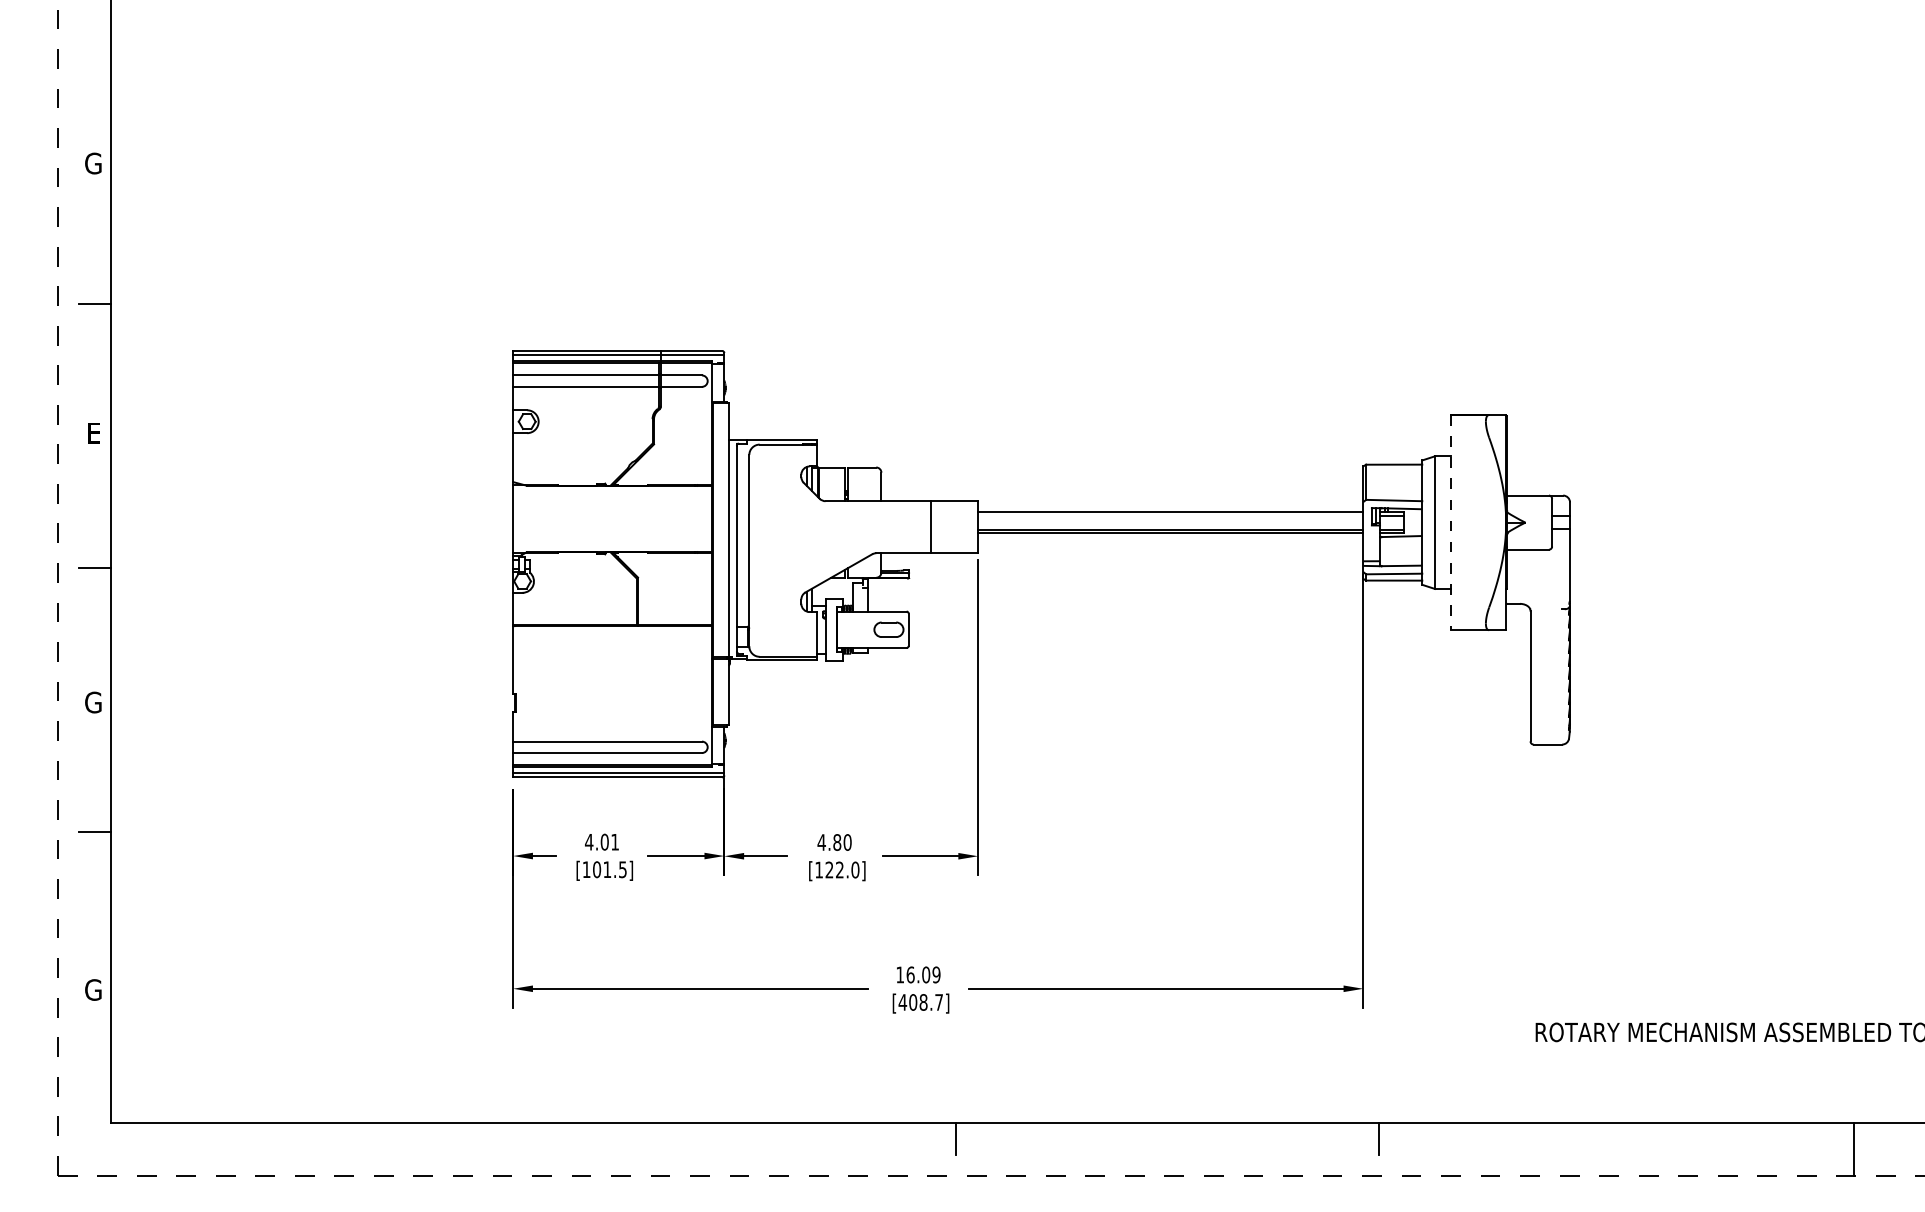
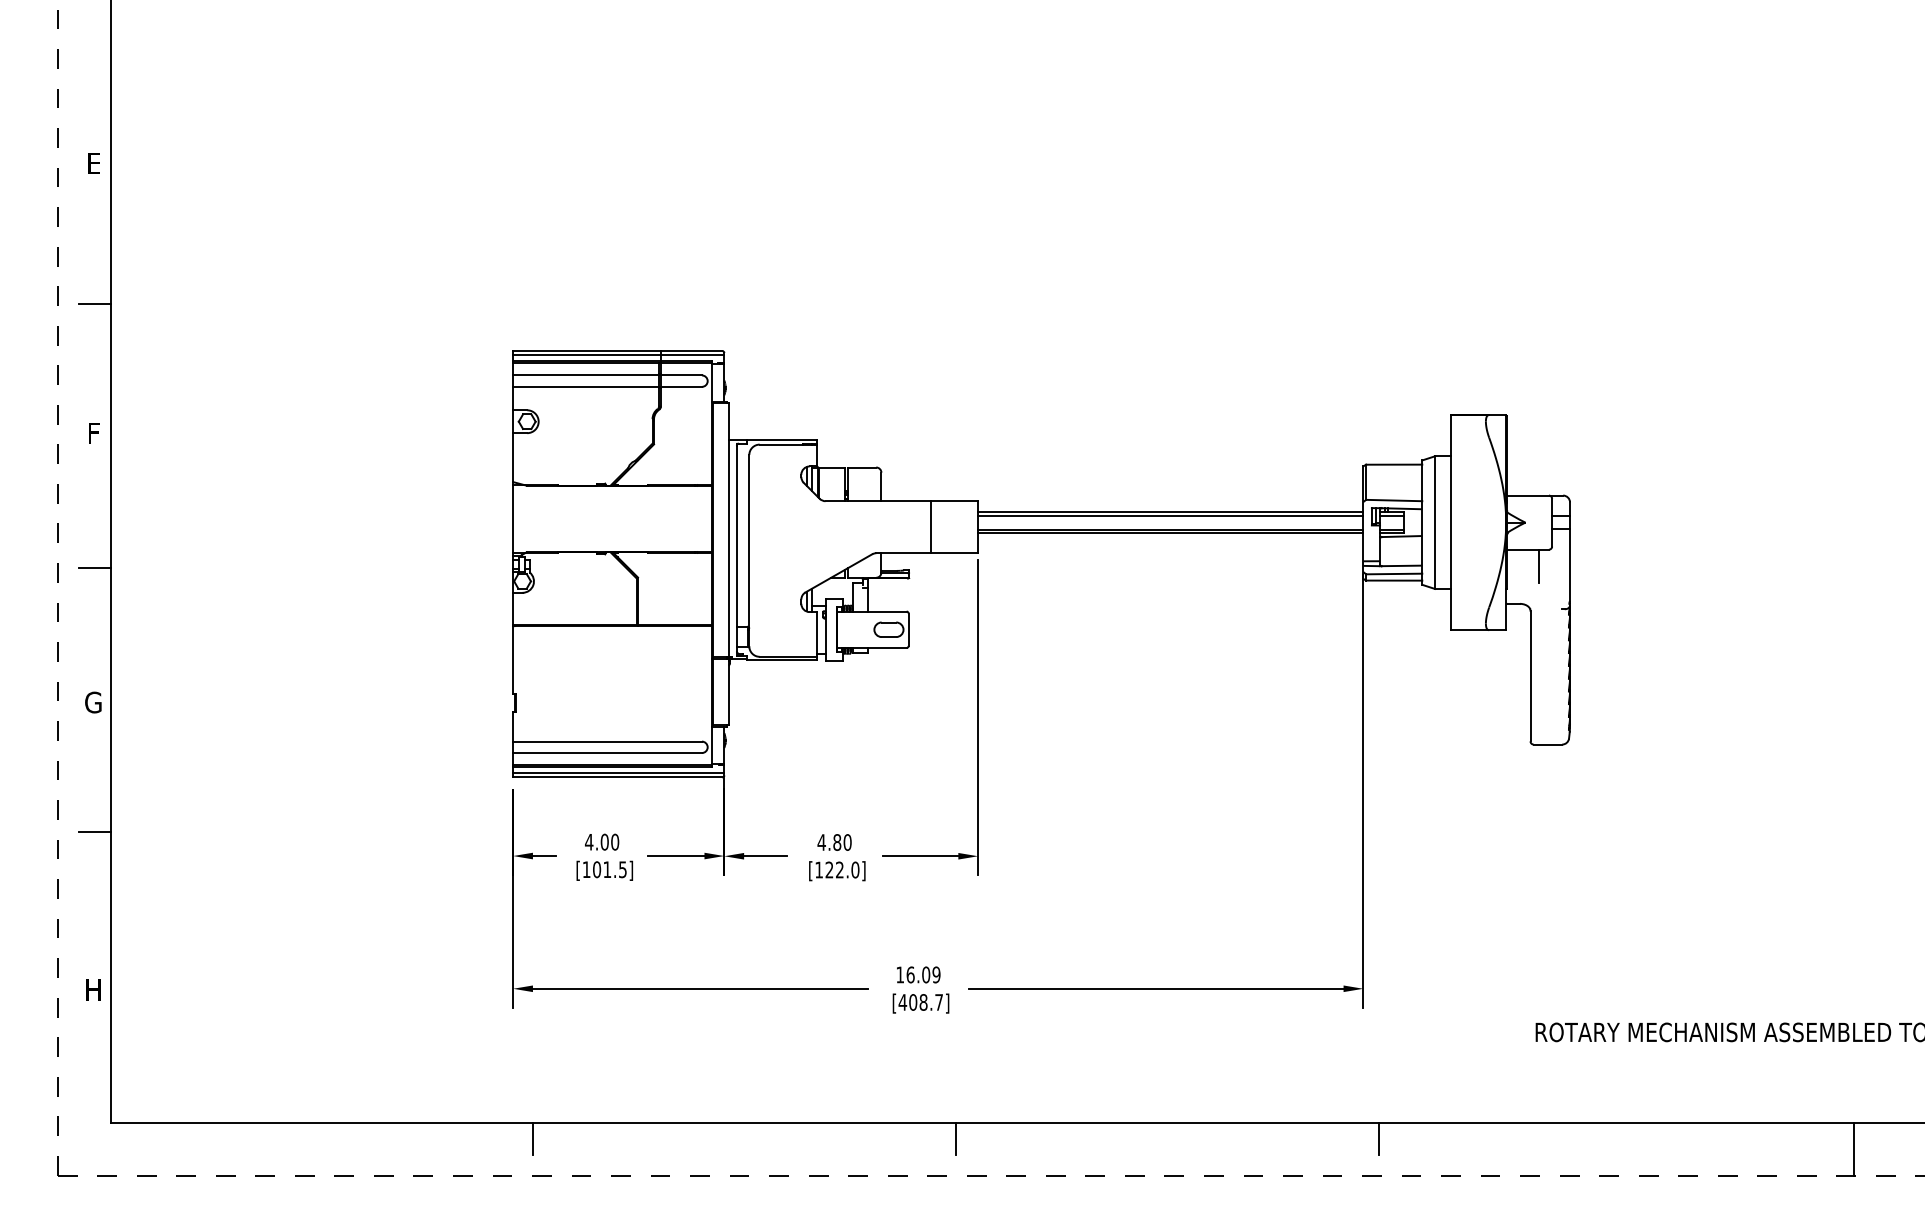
text at (93, 163): G -> E
text at (93, 433): E -> F
line at (1170, 515): none -> present
line at (1451, 522): dashed -> solid
line at (1538, 565): none -> present
text at (615, 841): 4.01 -> 4.00
text at (93, 989): G -> H
line at (533, 1138): none -> present
